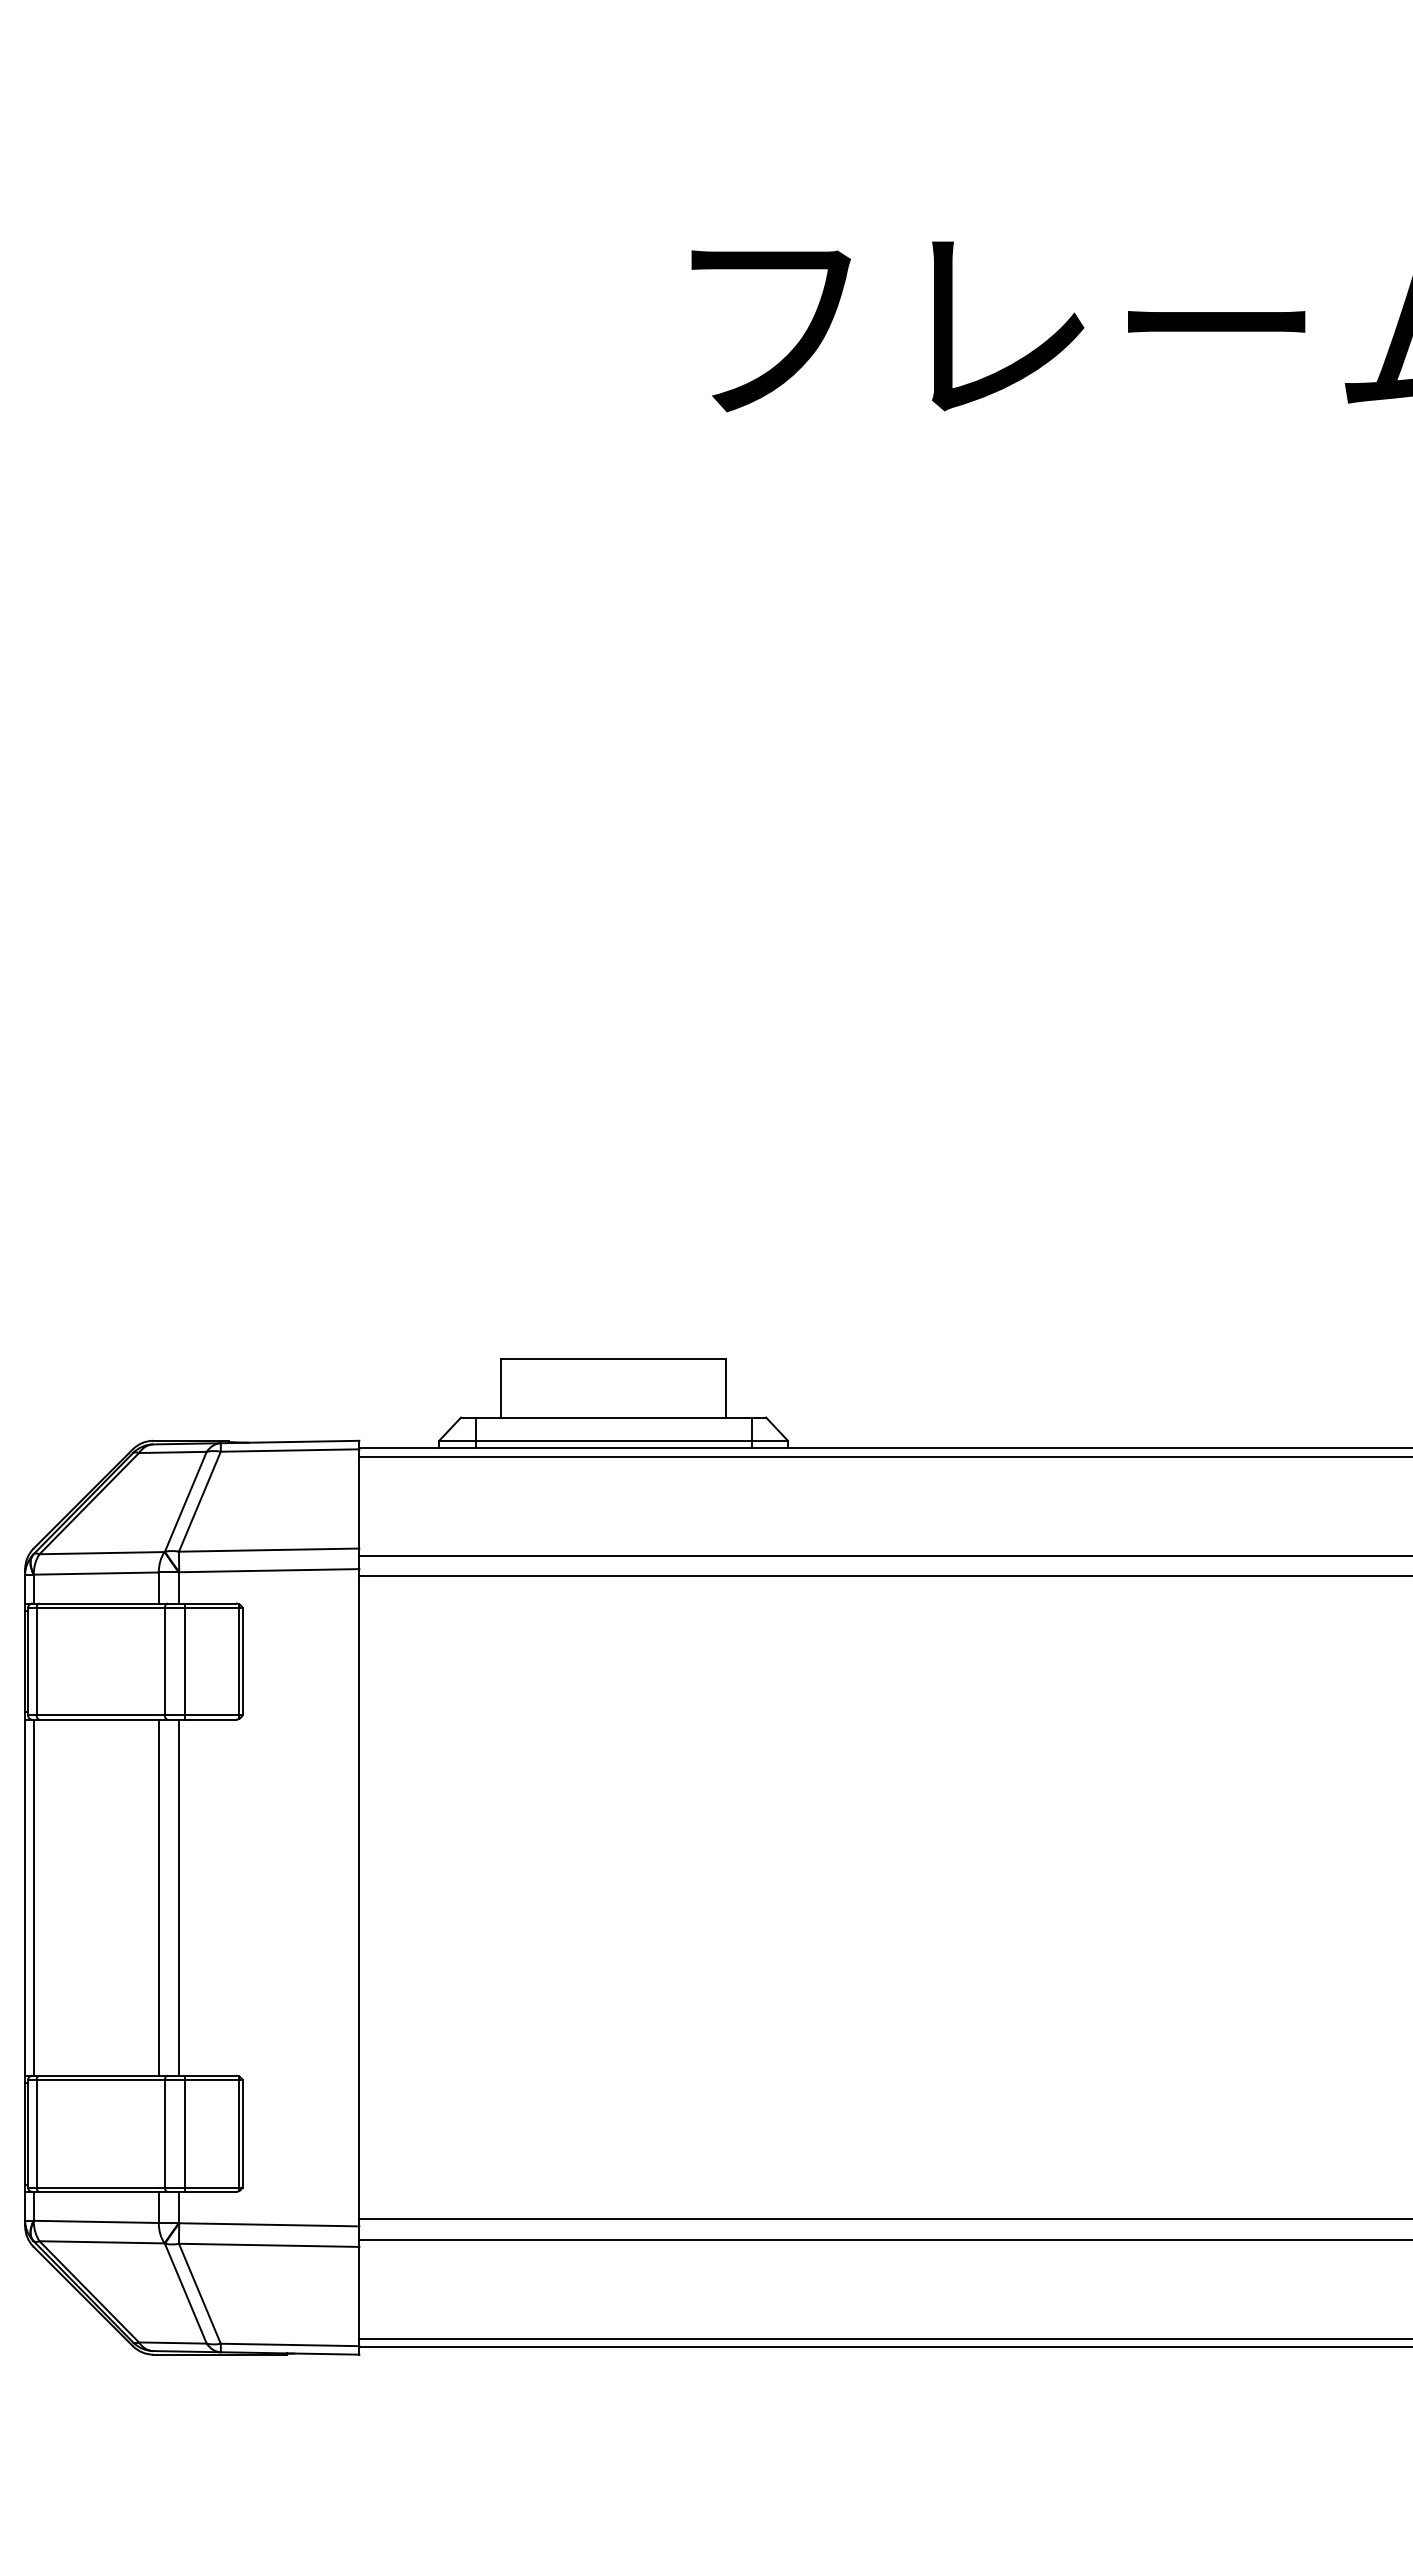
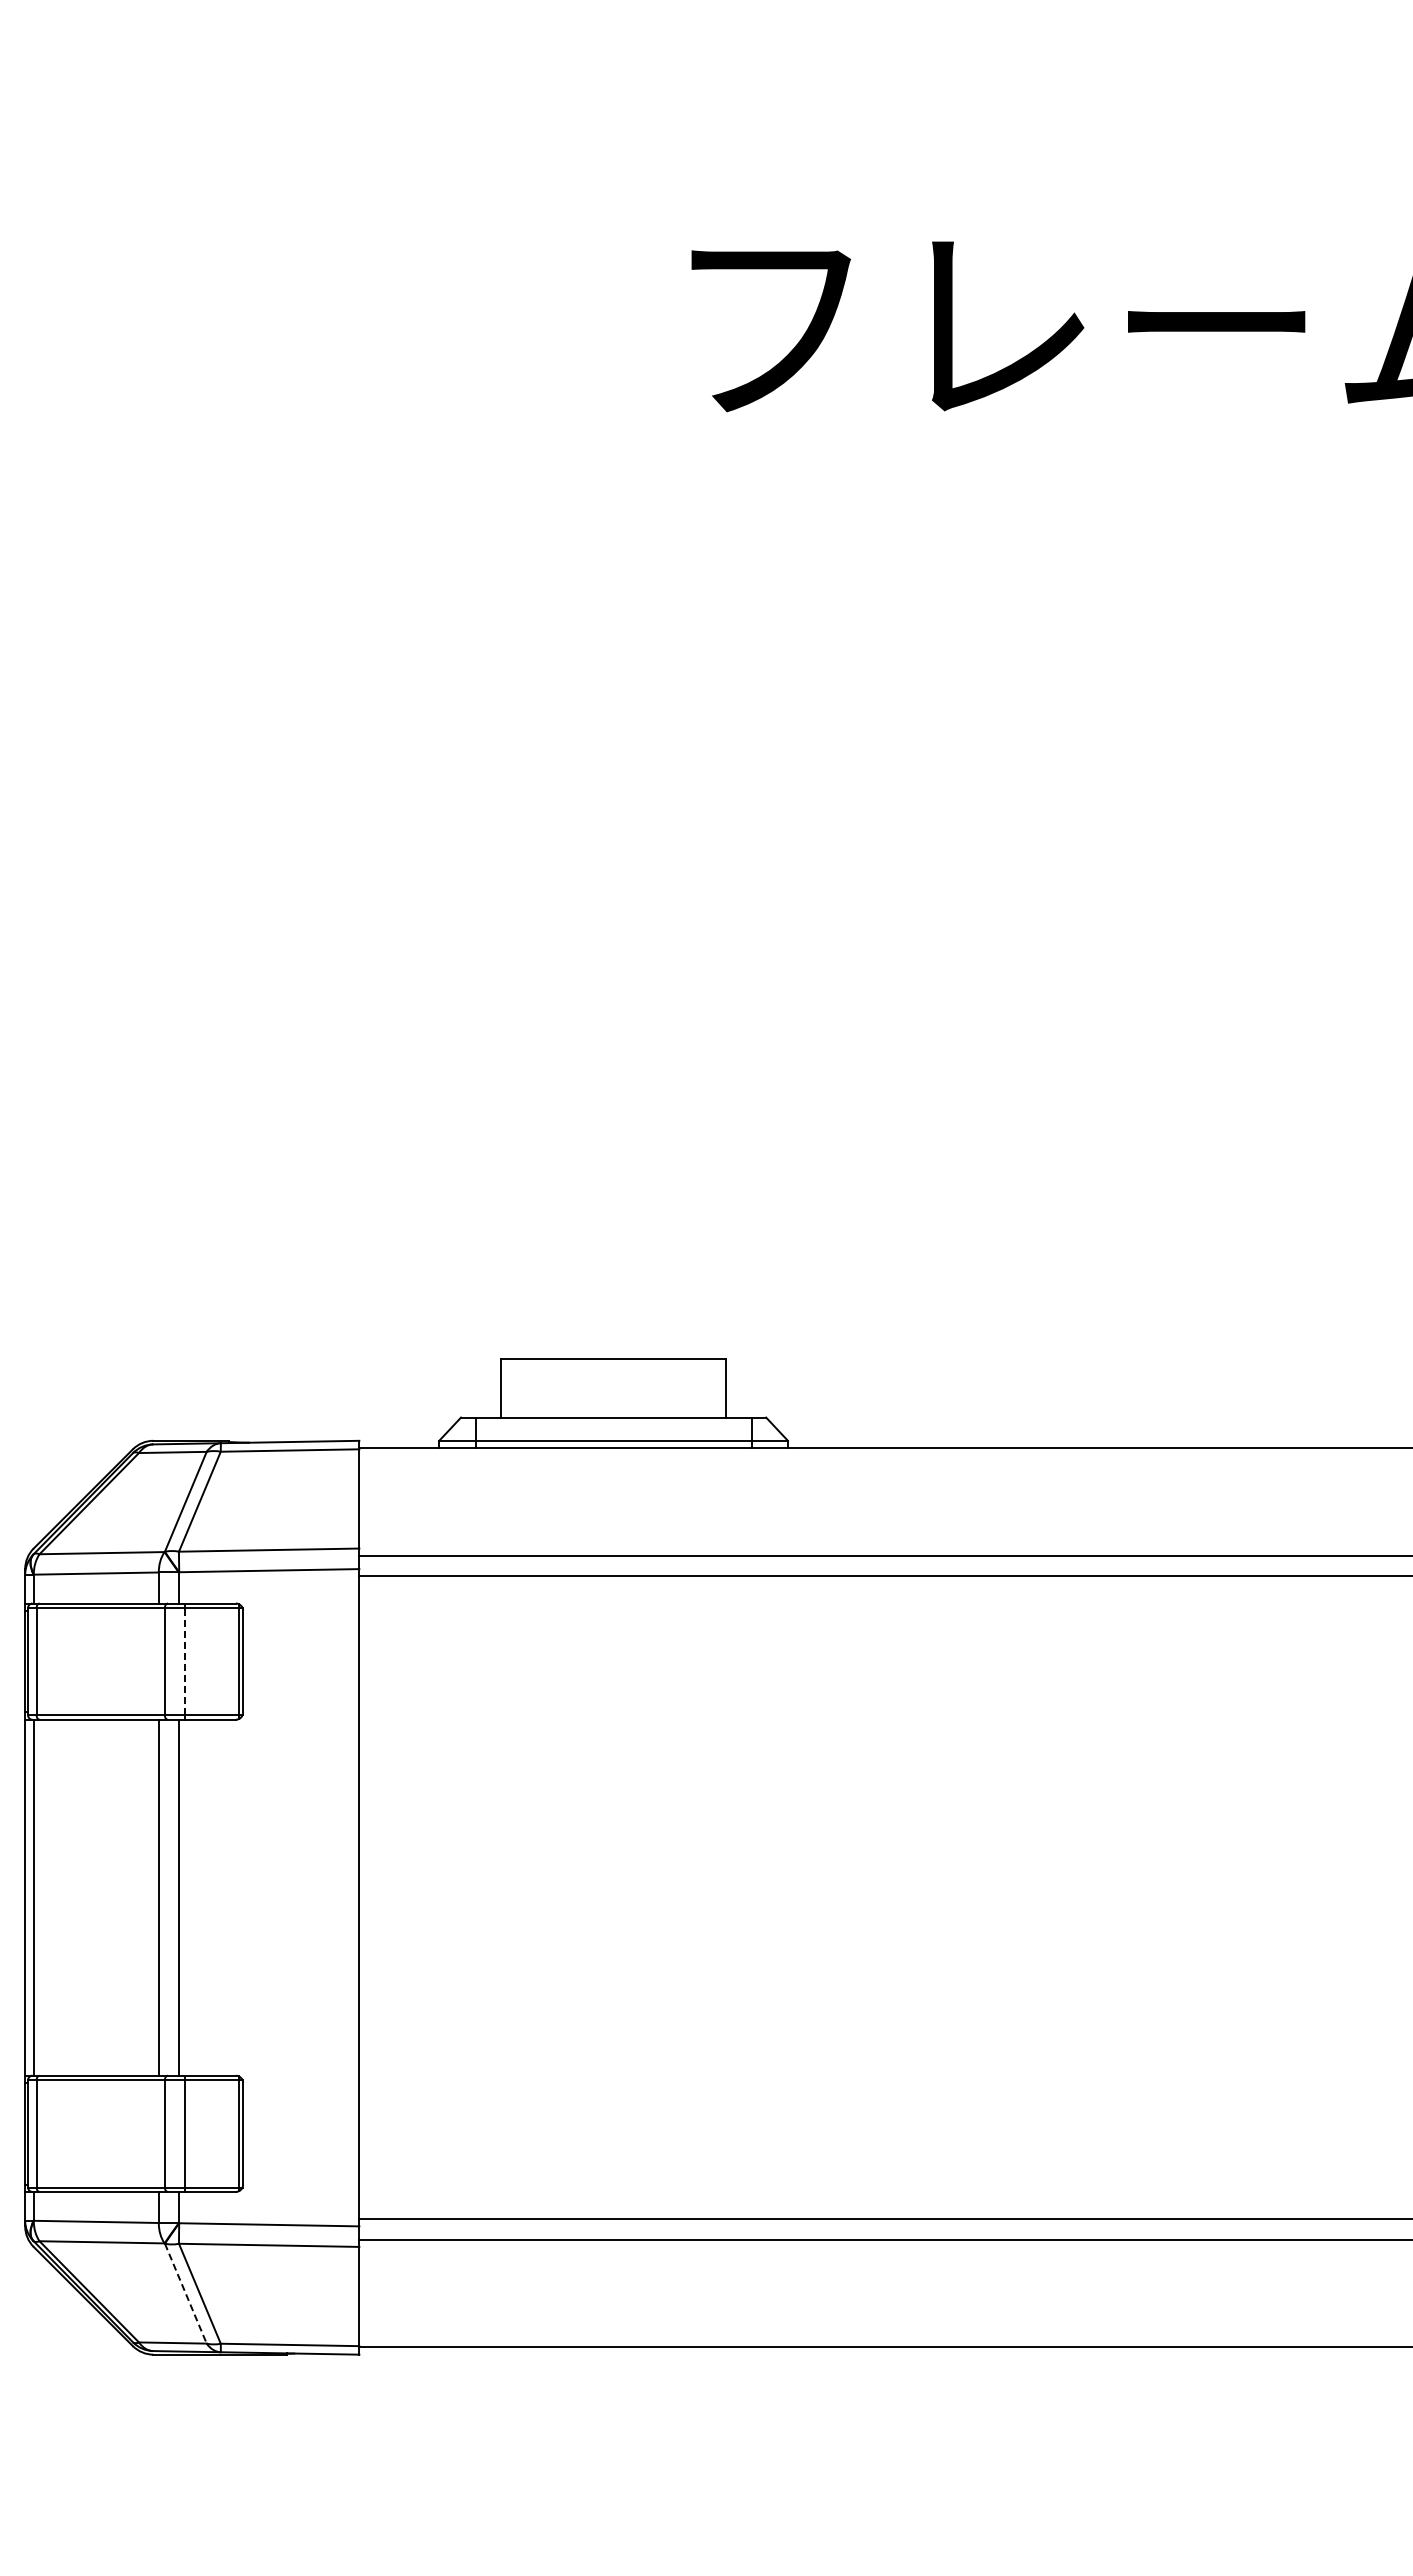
line at (884, 1456): present -> none
line at (185, 1661): solid -> dashed
line at (186, 2294): solid -> dashed
line at (884, 2338): present -> none
